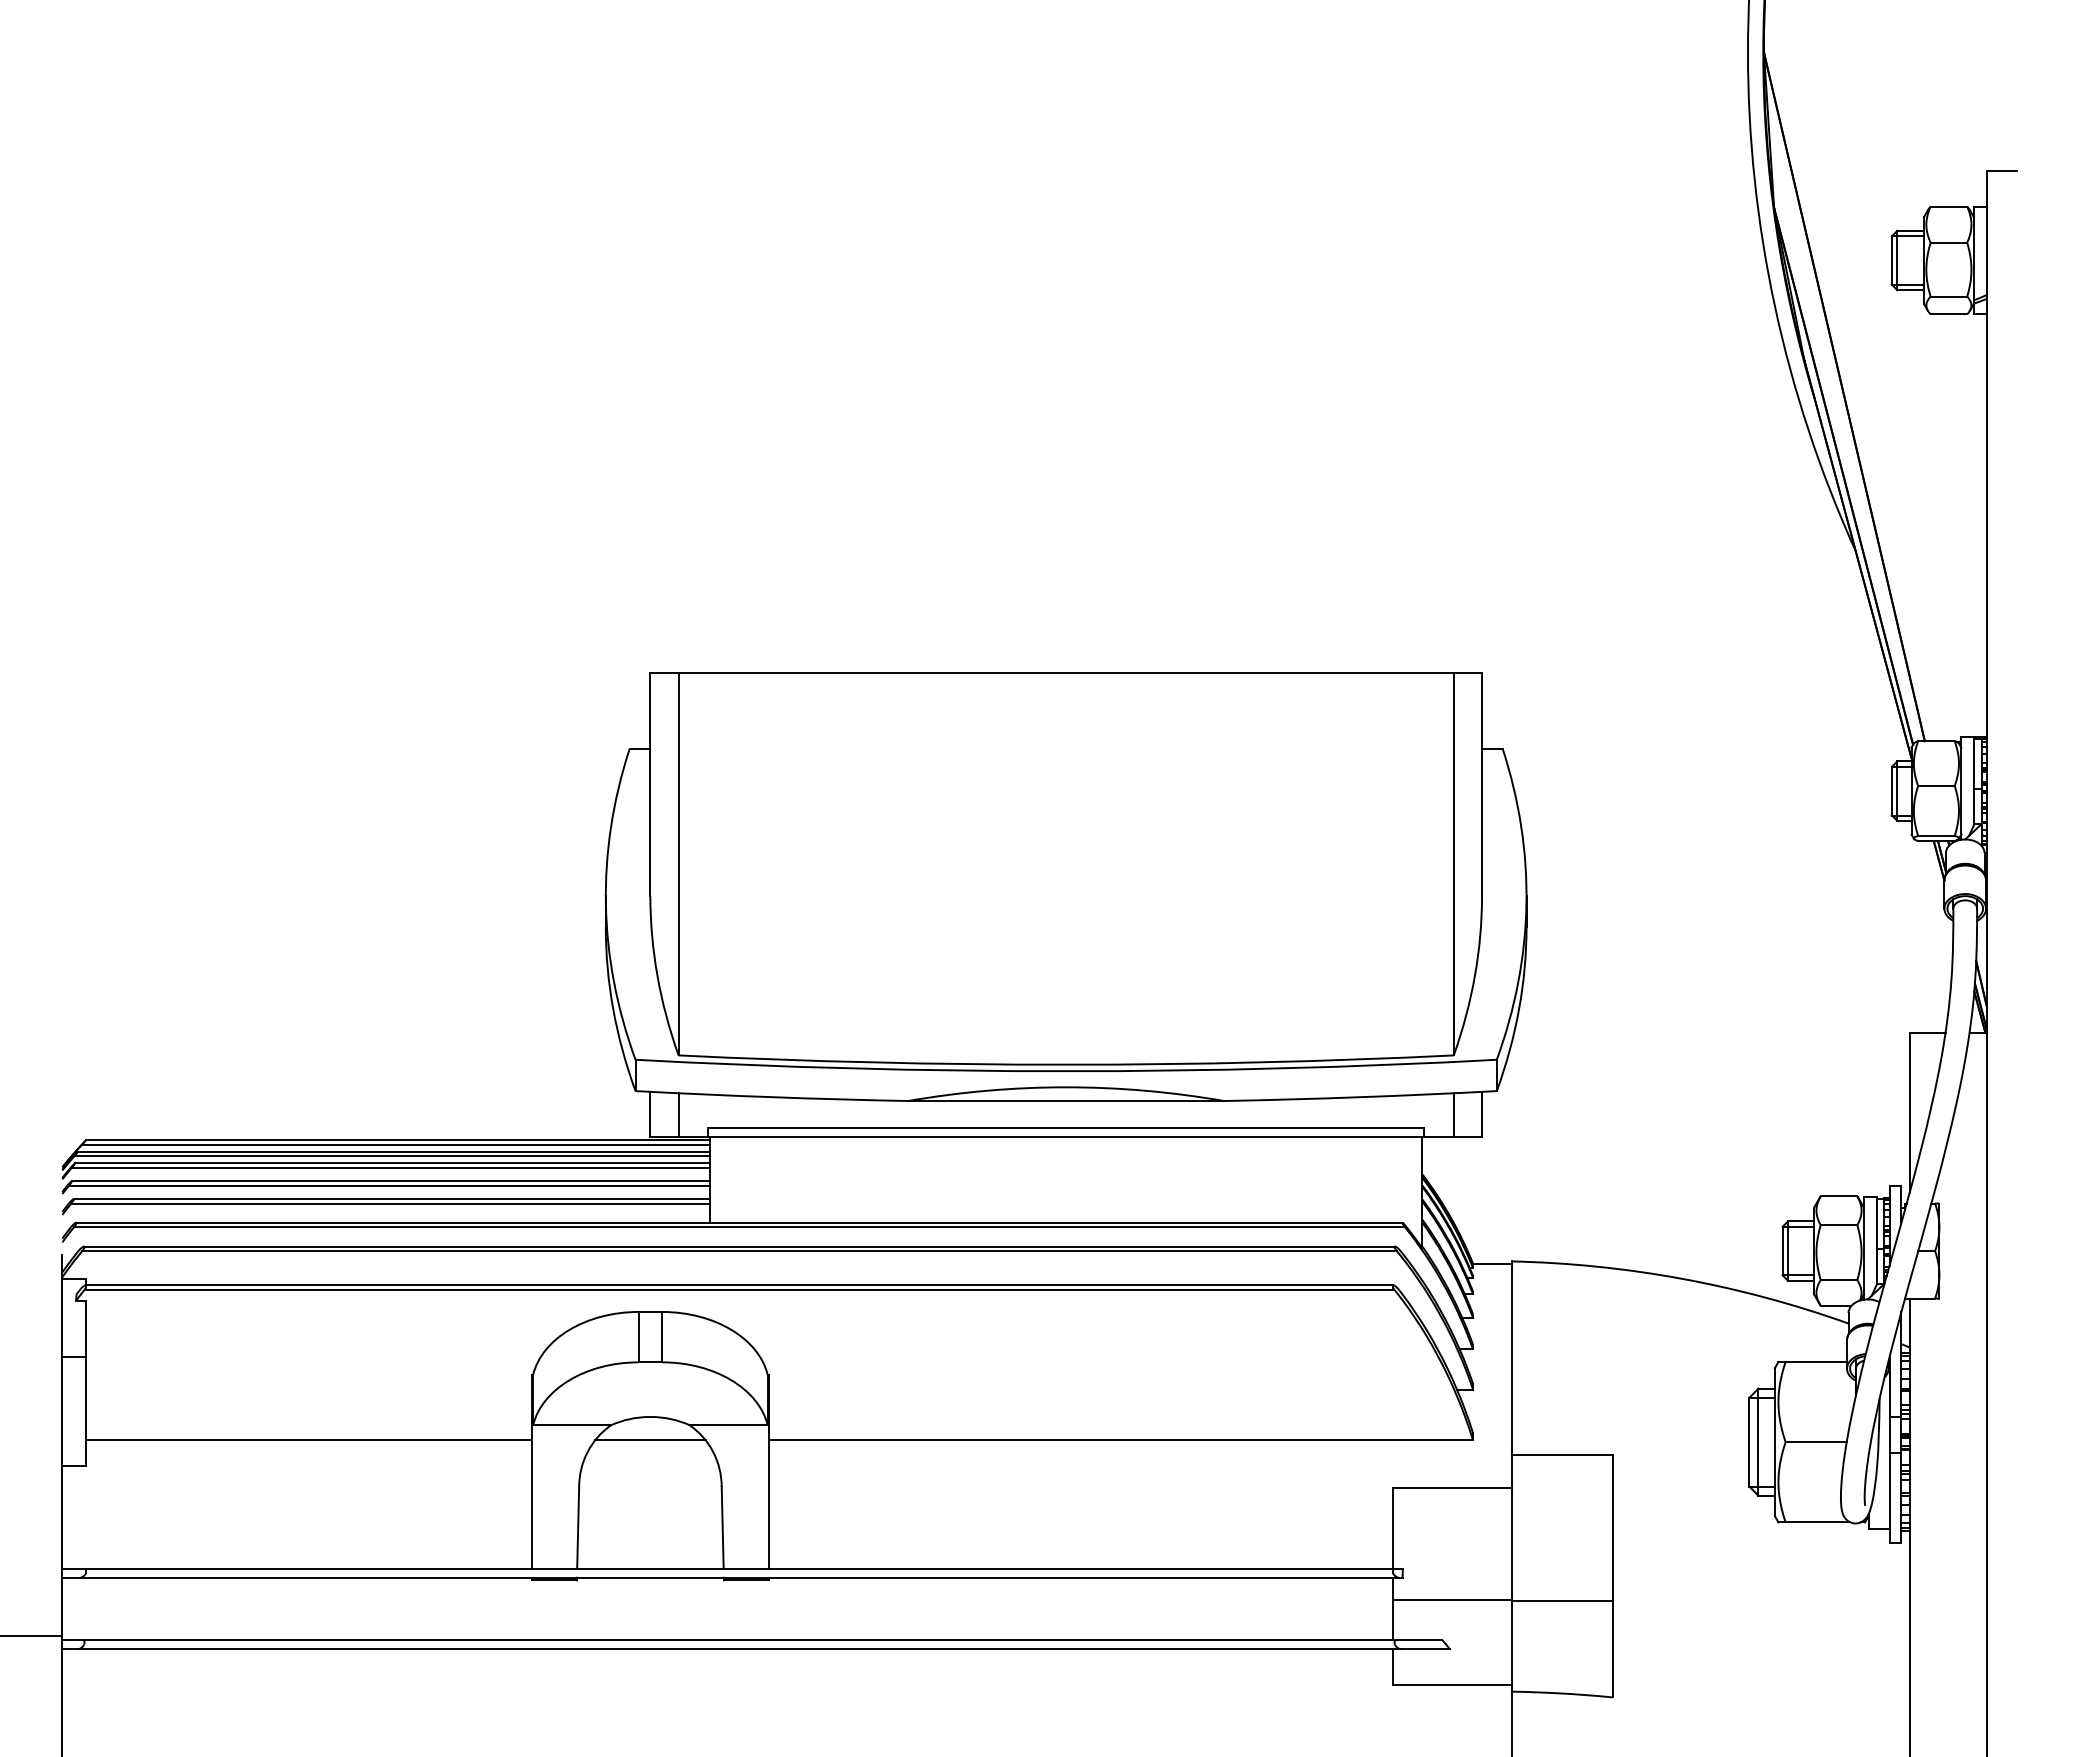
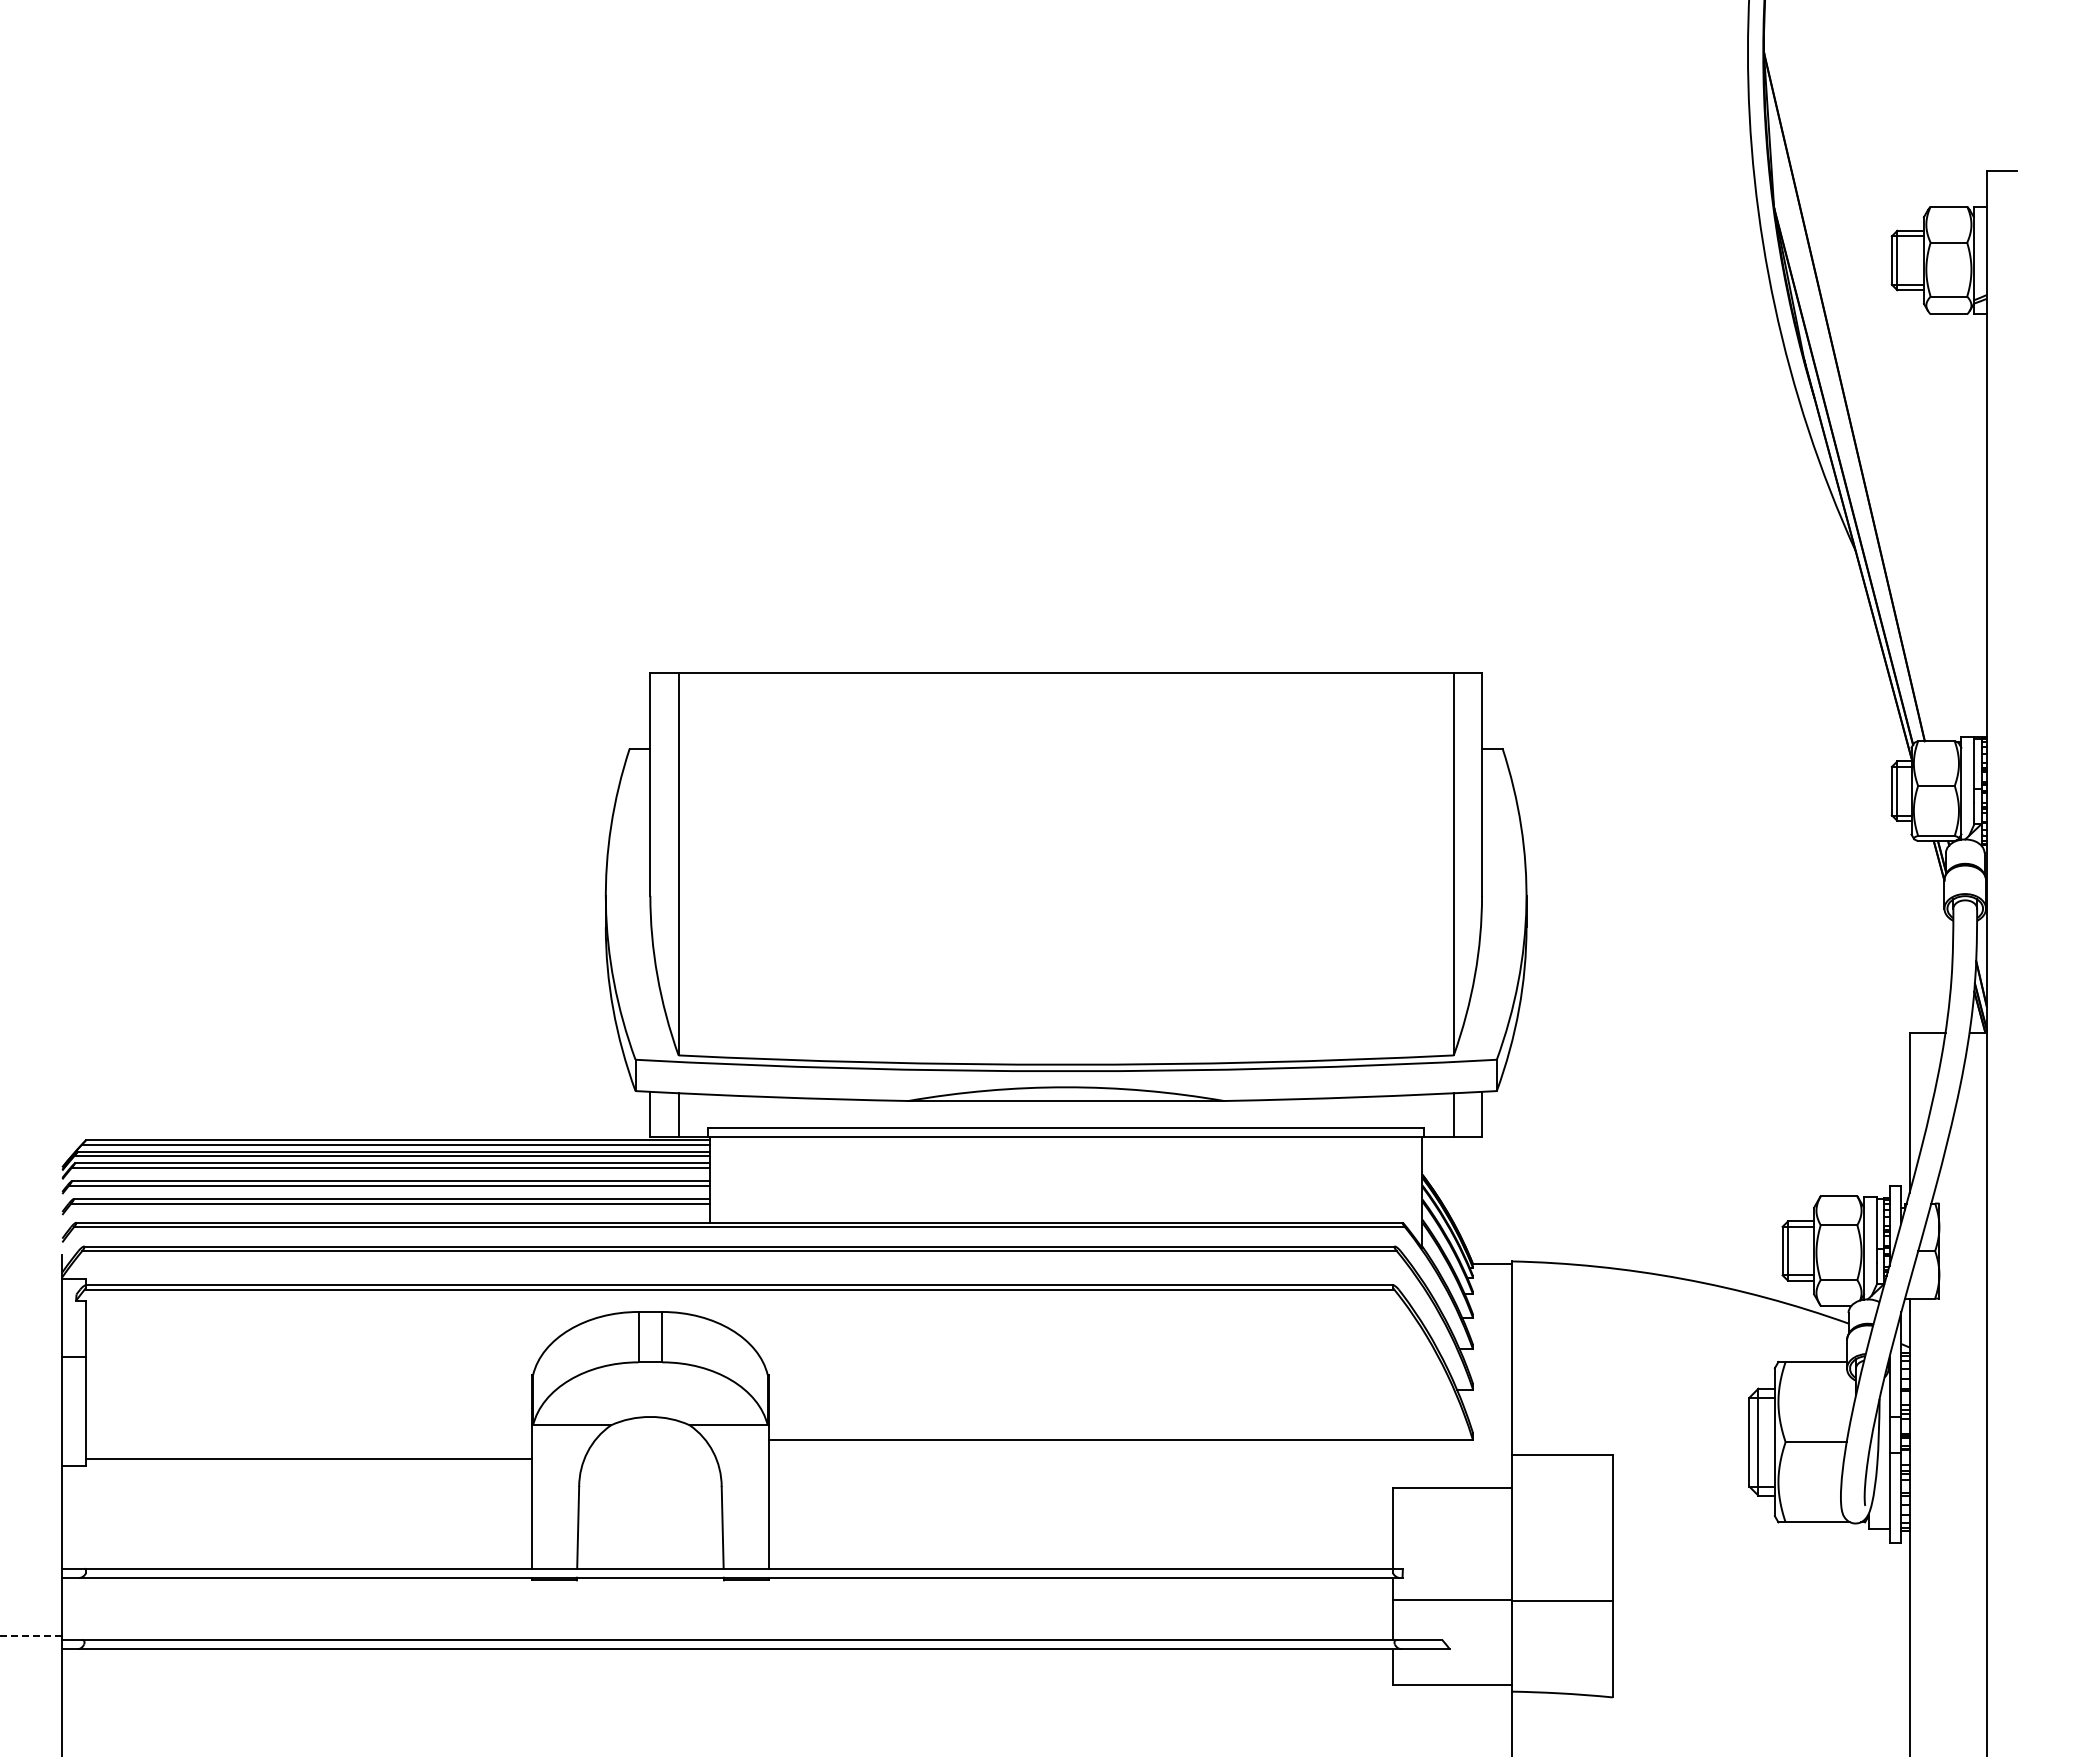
line at (308, 1440) position: (308, 1440) -> (308, 1459)
line at (650, 1440): present -> none
line at (31, 1636): solid -> dashed
